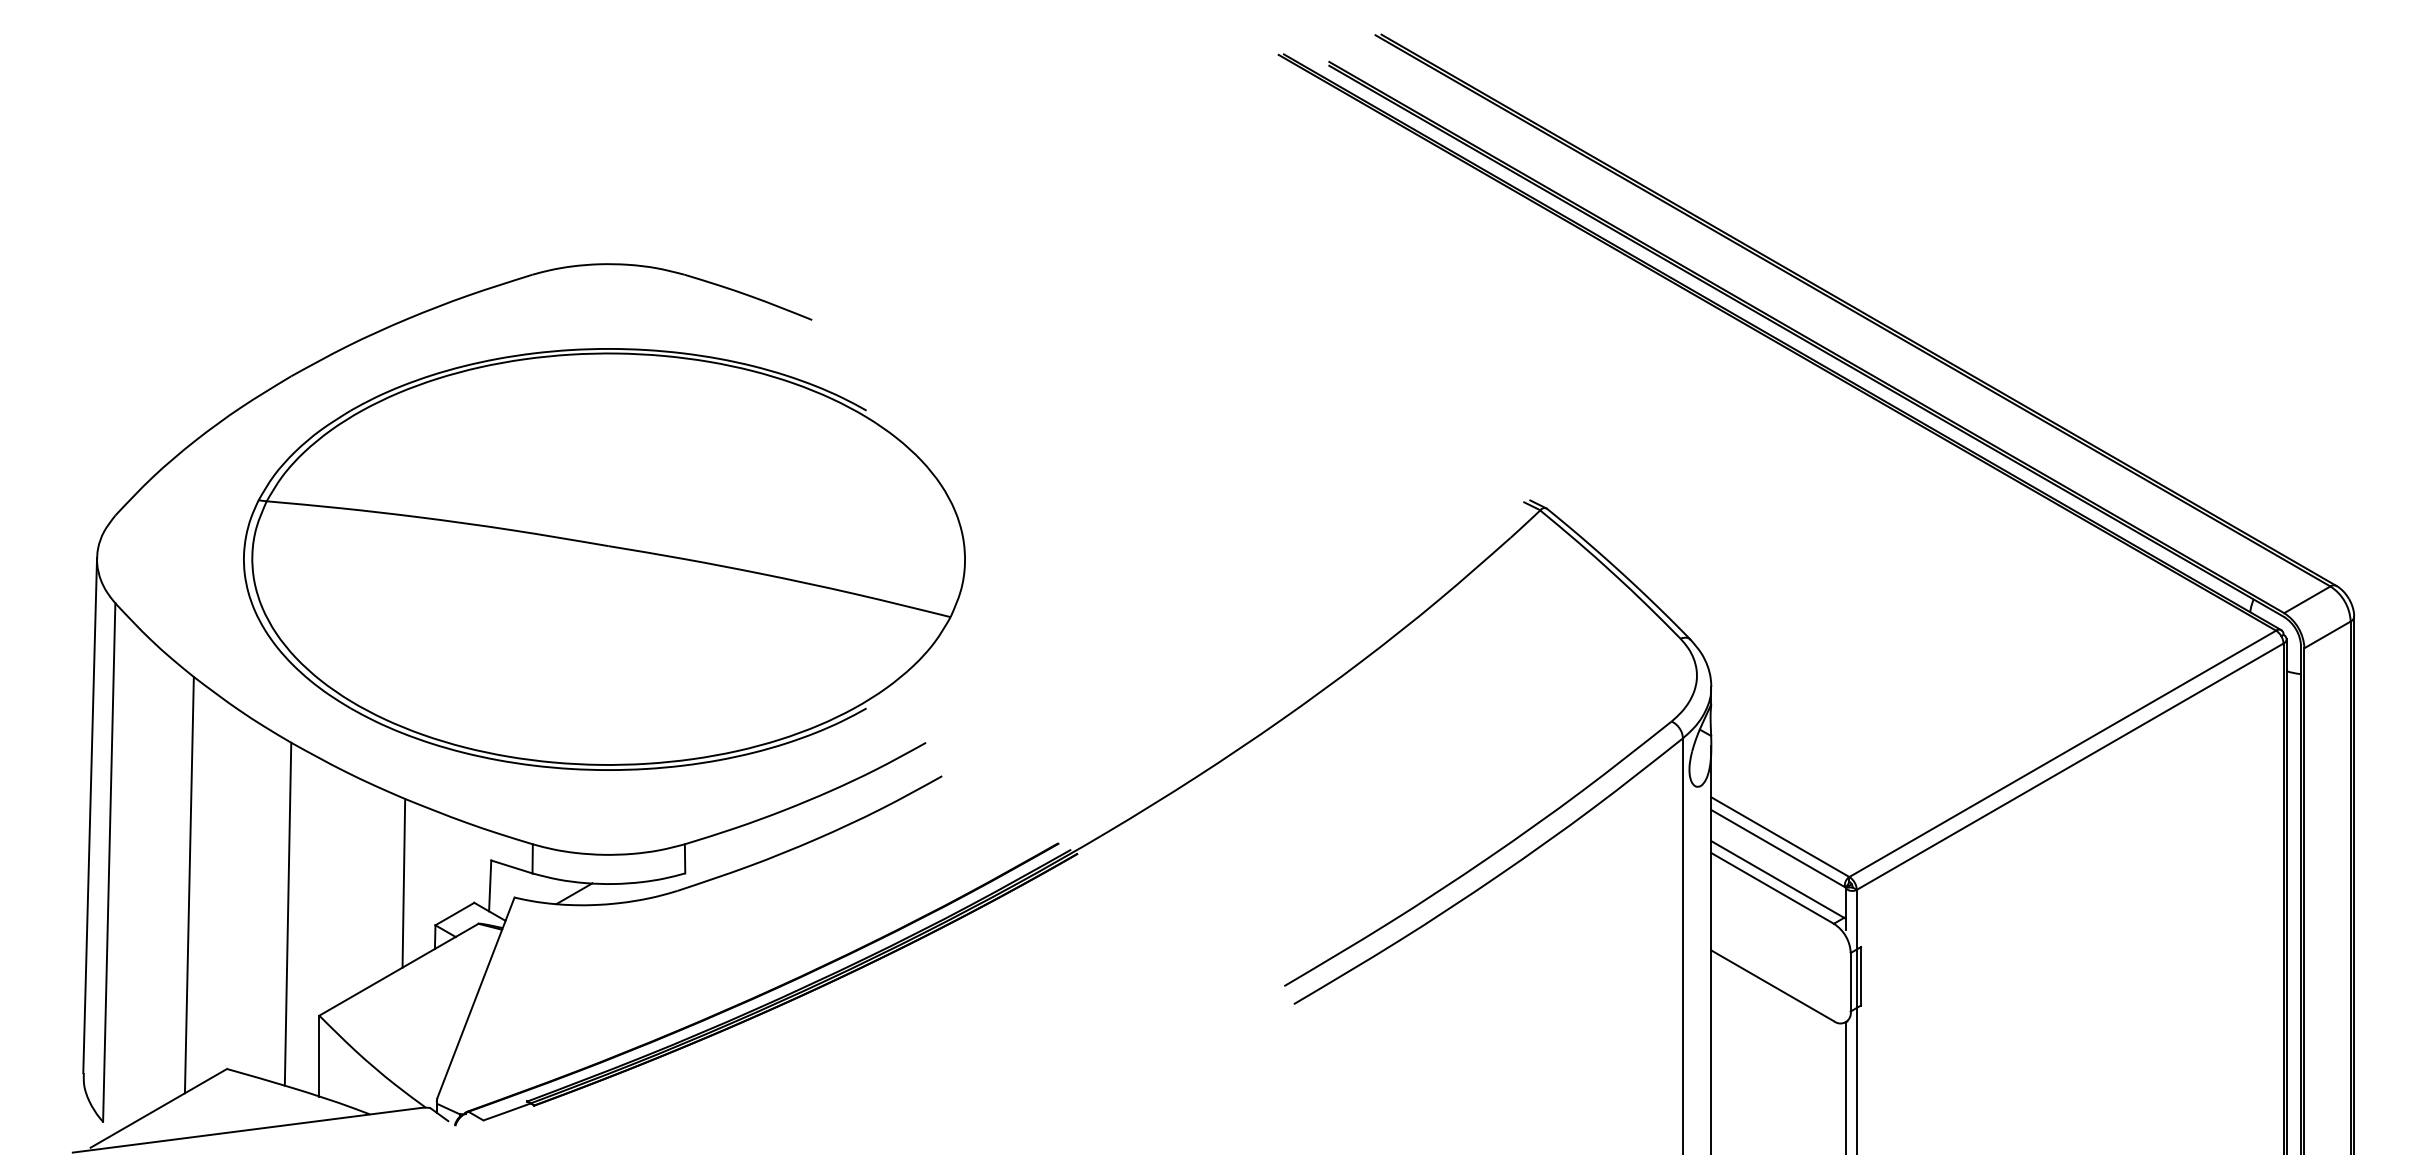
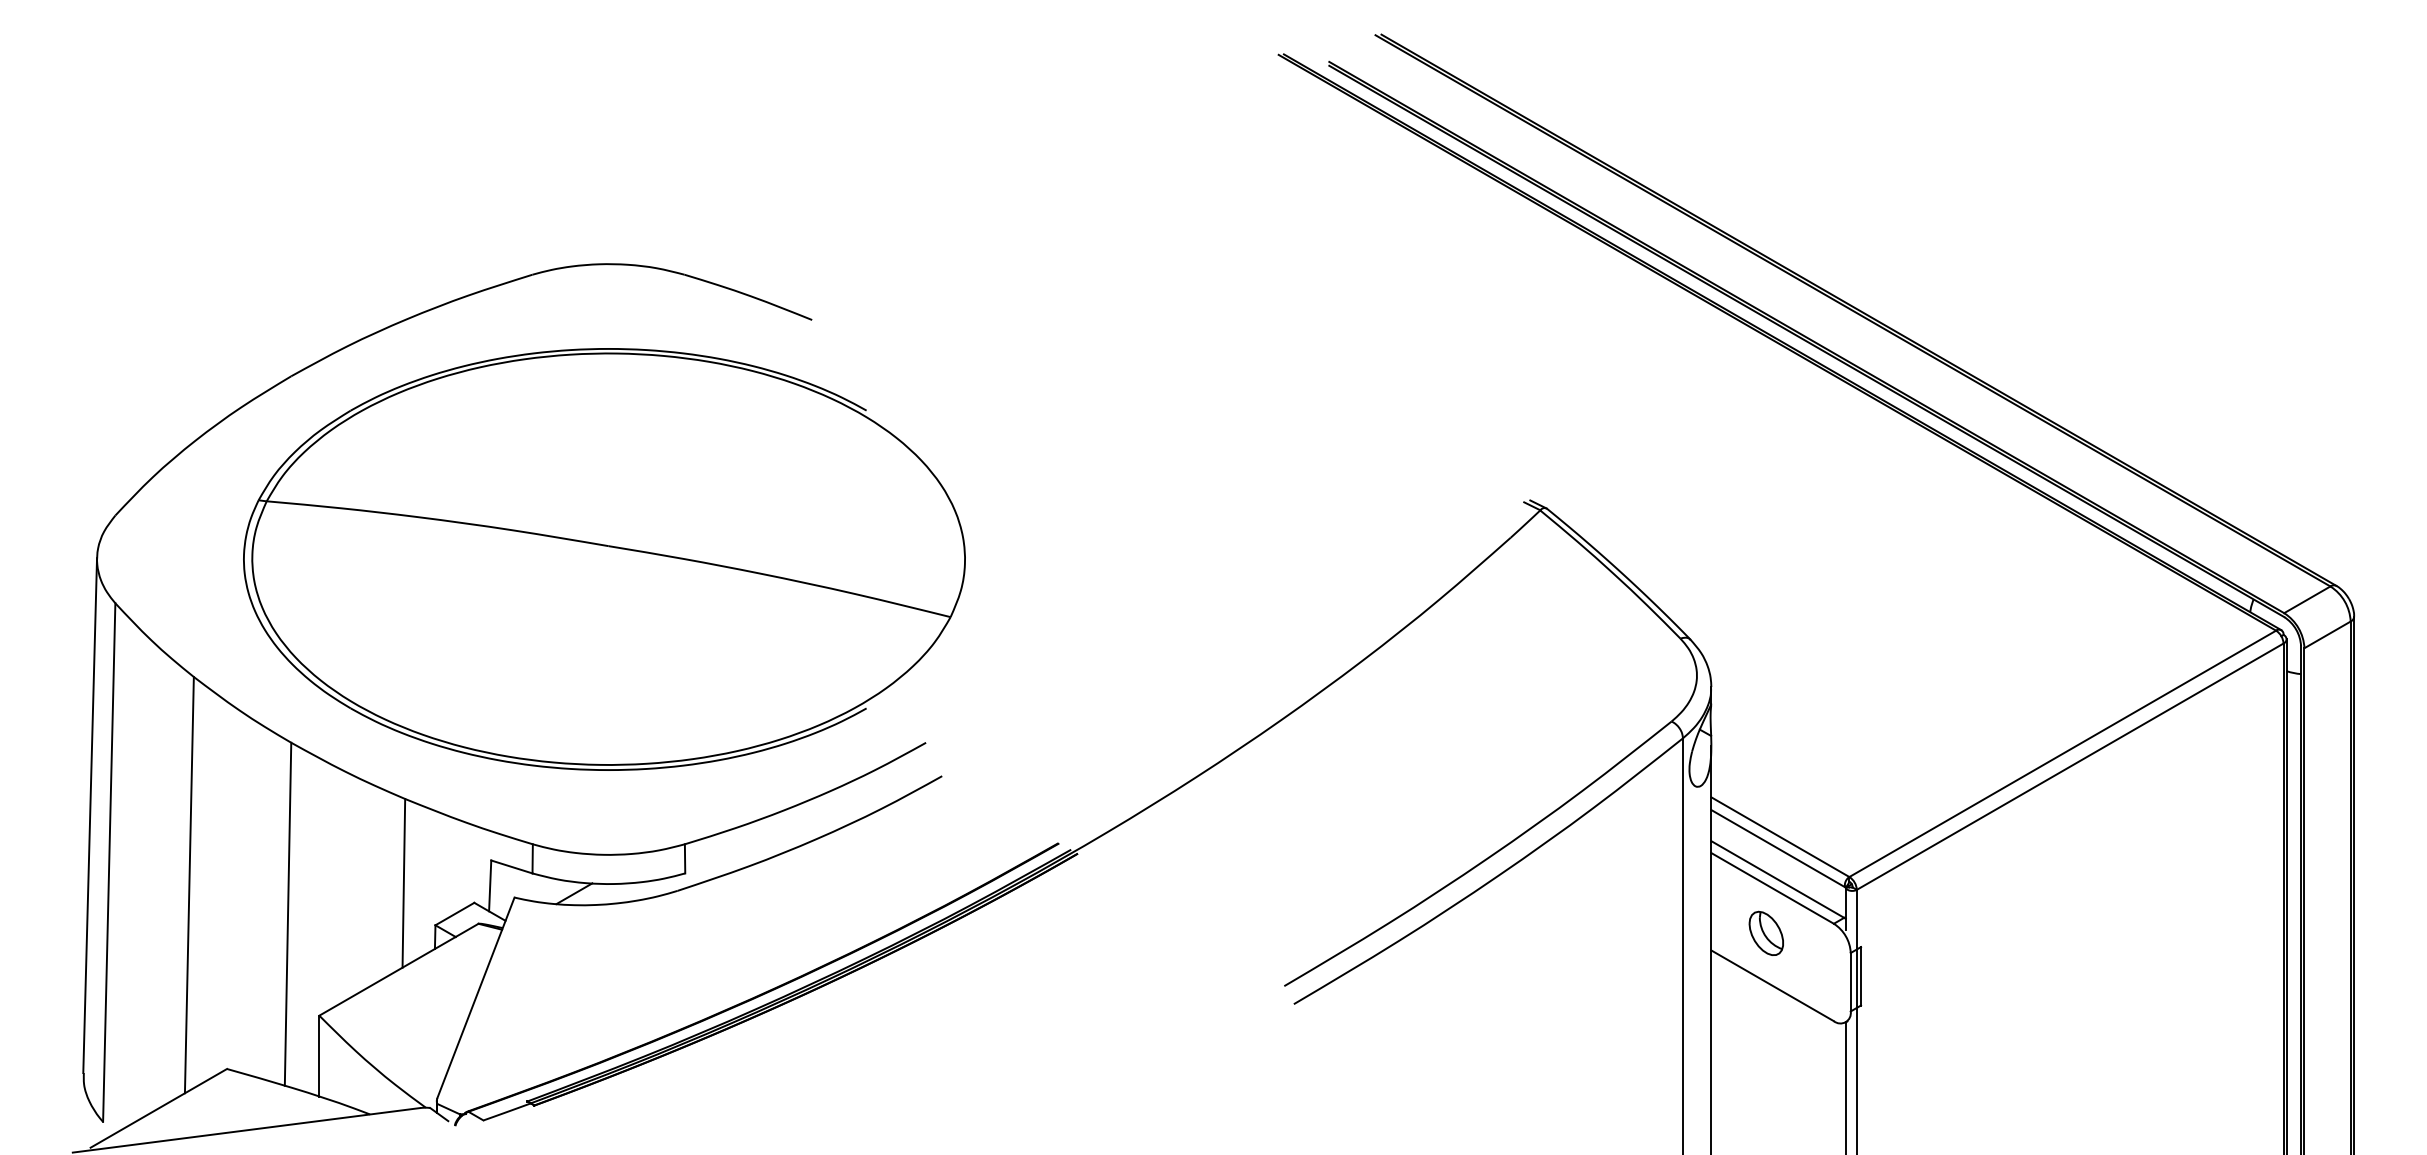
part at (1765, 932): none -> present
